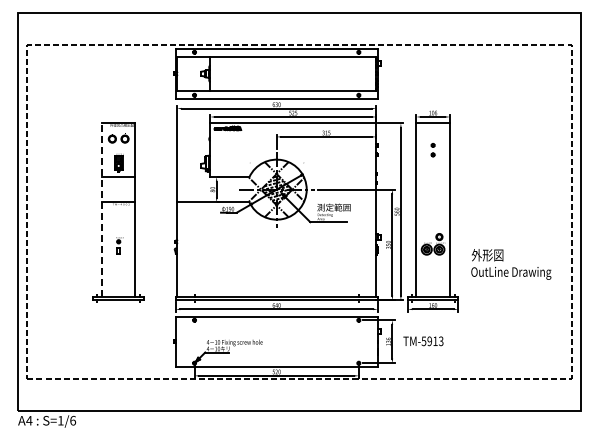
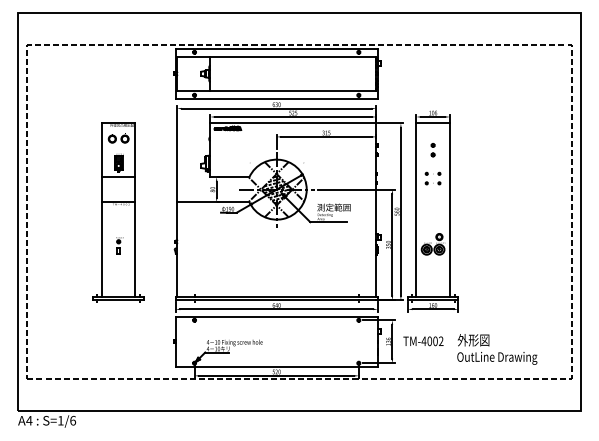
part at (432, 178): none -> present
line at (101, 210): dashed -> solid
text at (511, 264) position: (511, 264) -> (497, 349)
text at (432, 341): TM-5913 -> TM-4002
